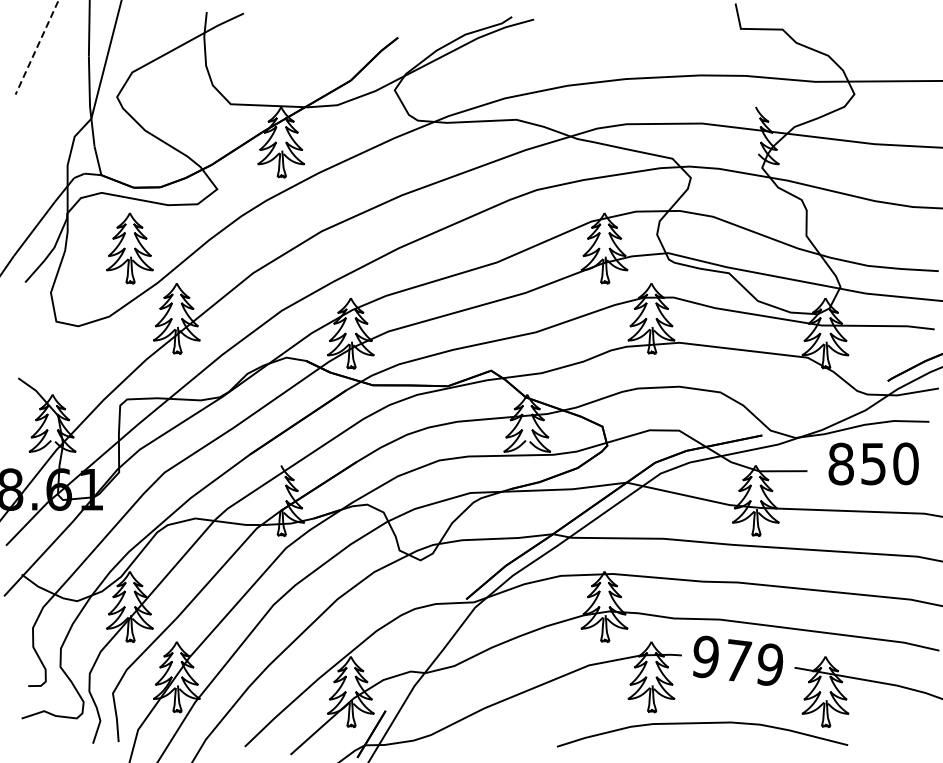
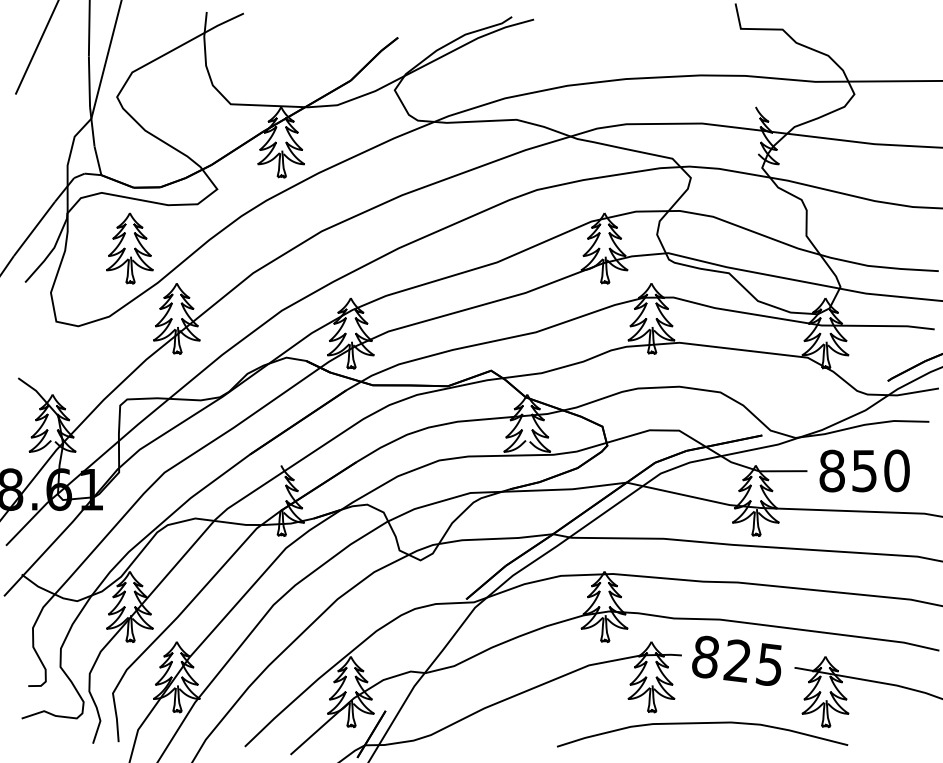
line at (37, 47): dashed -> solid
text at (873, 463) position: (873, 463) -> (864, 470)
text at (737, 660): 979 -> 825
